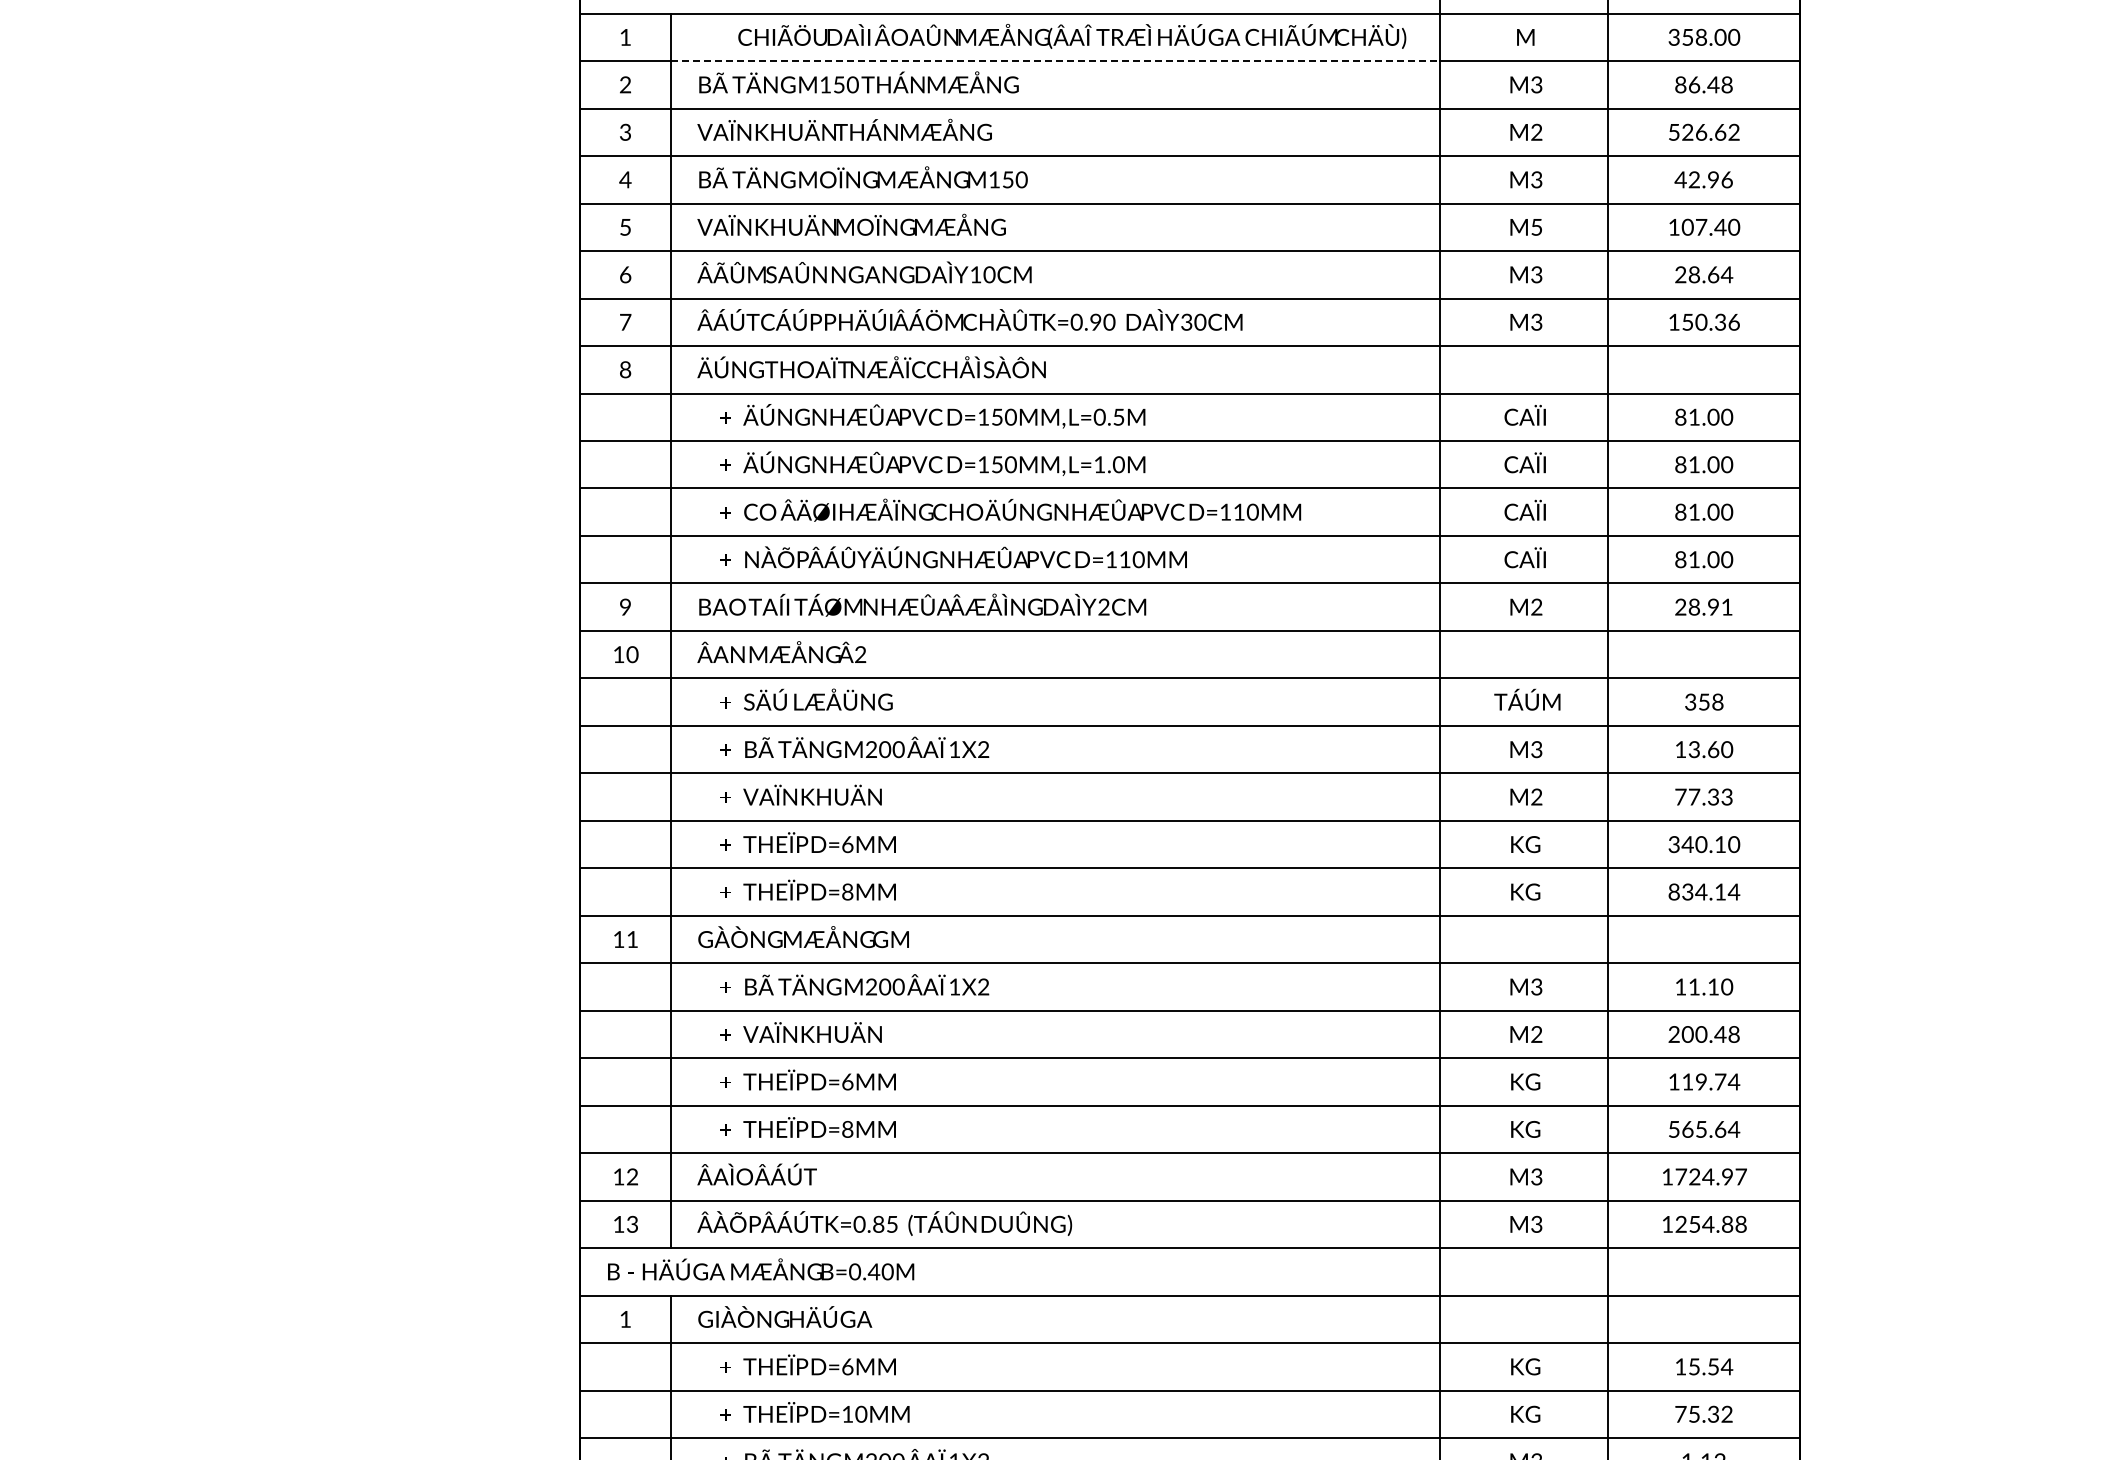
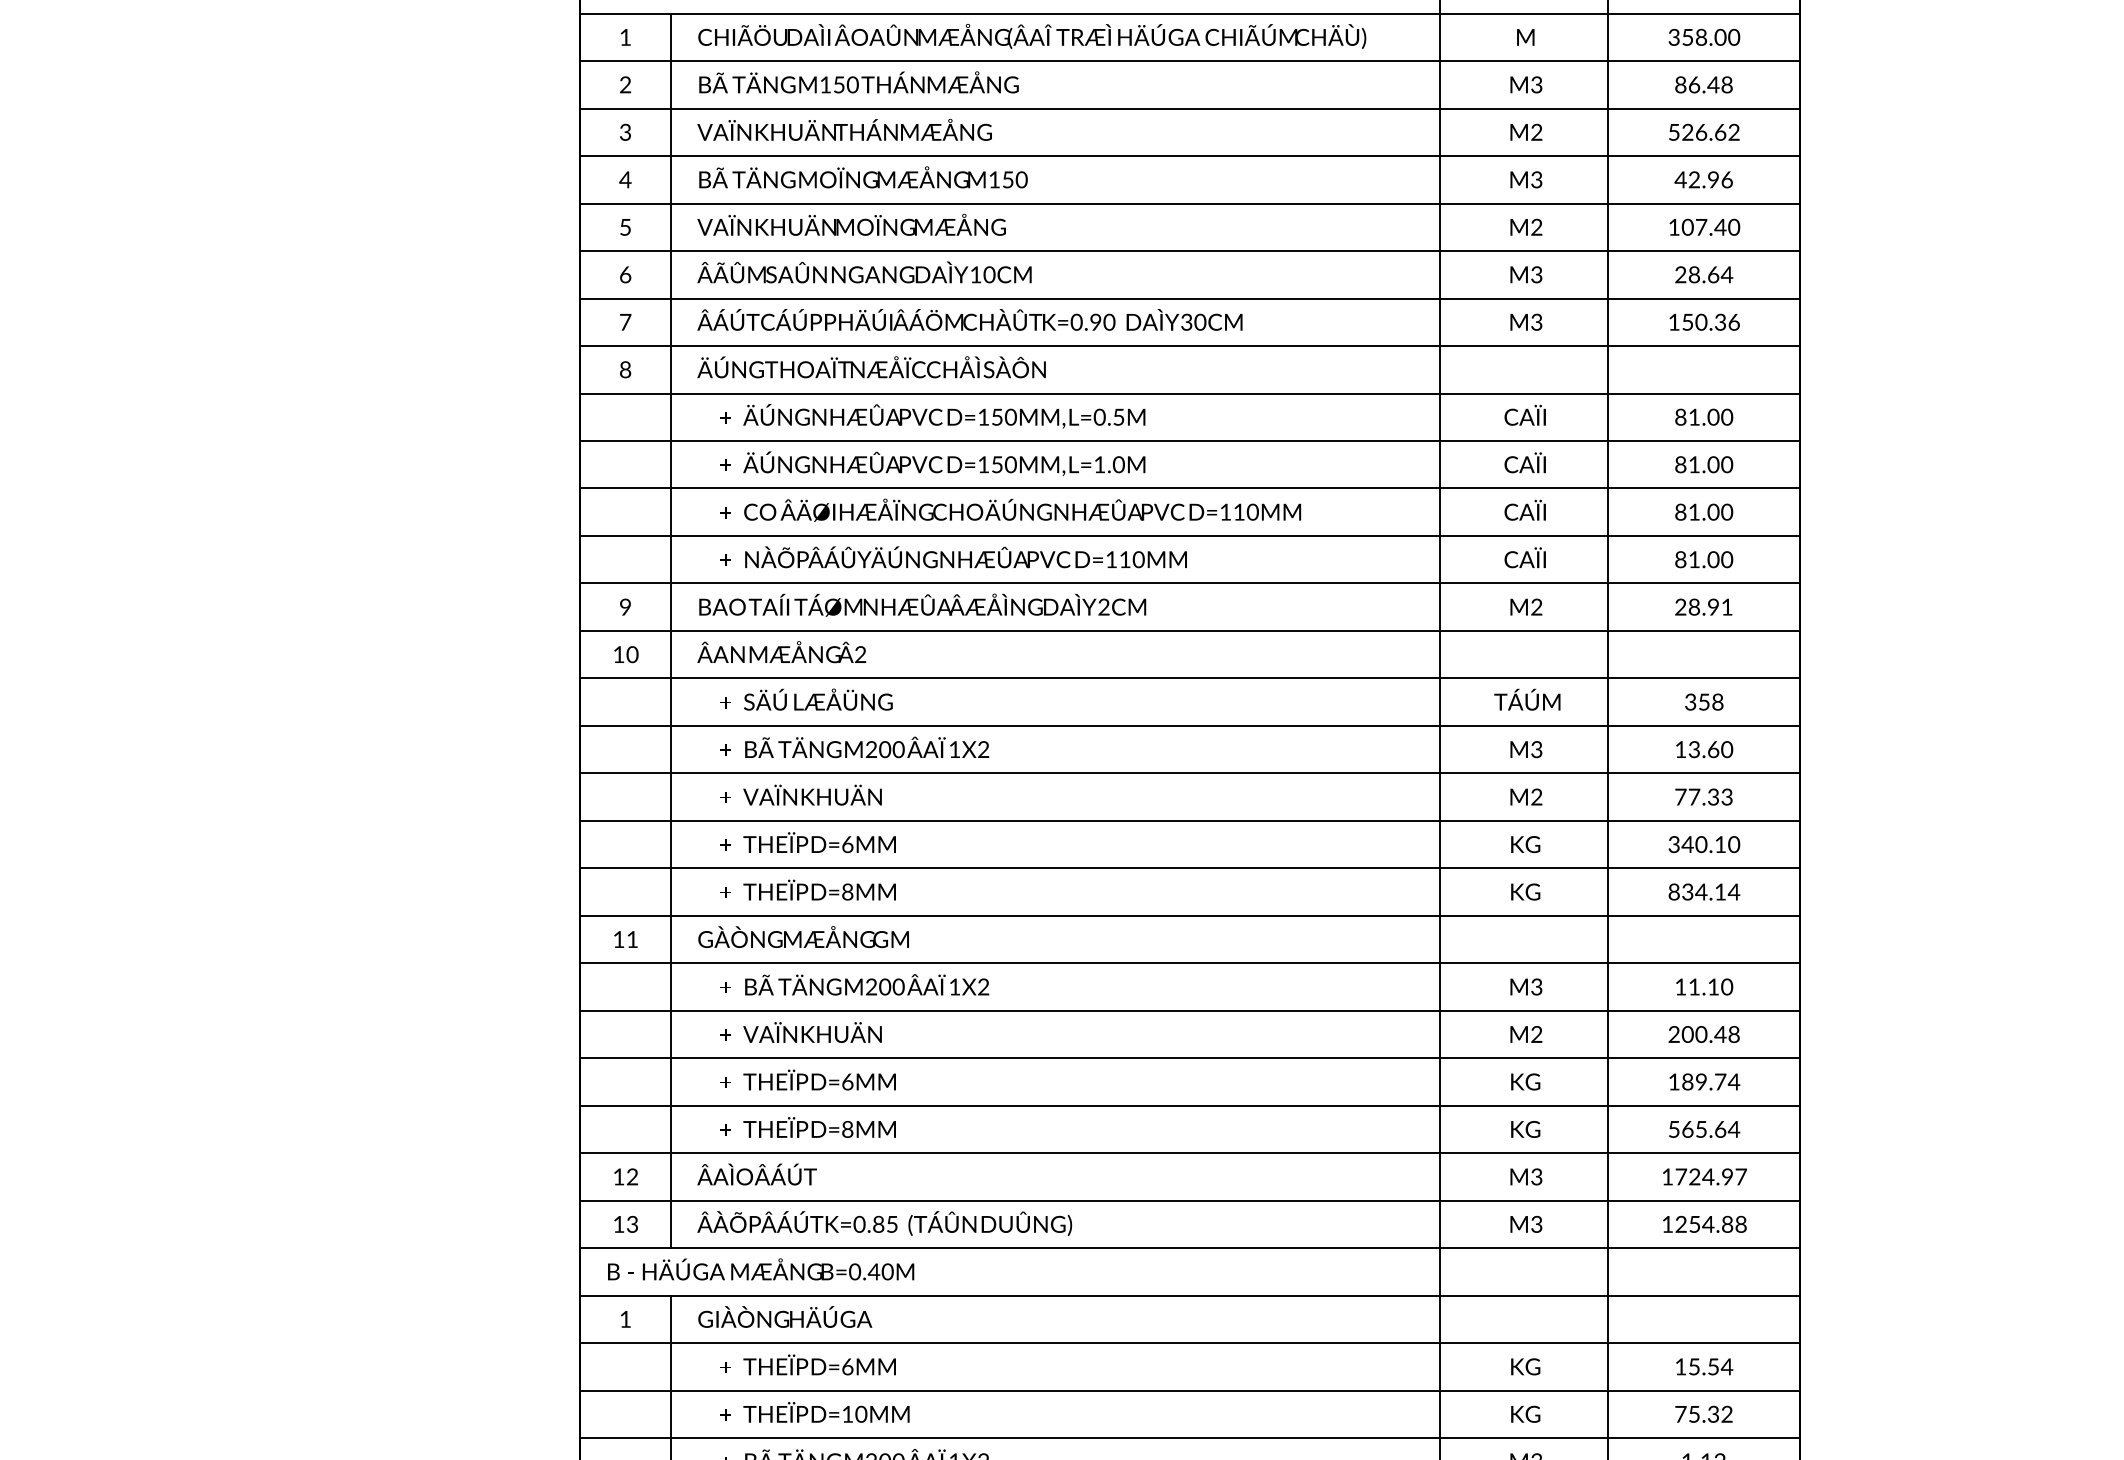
text at (1072, 36) position: (1072, 36) -> (1032, 36)
line at (1055, 61): dashed -> solid
text at (1536, 226): M5 -> M2
text at (1687, 1081): 119.74 -> 189.74
